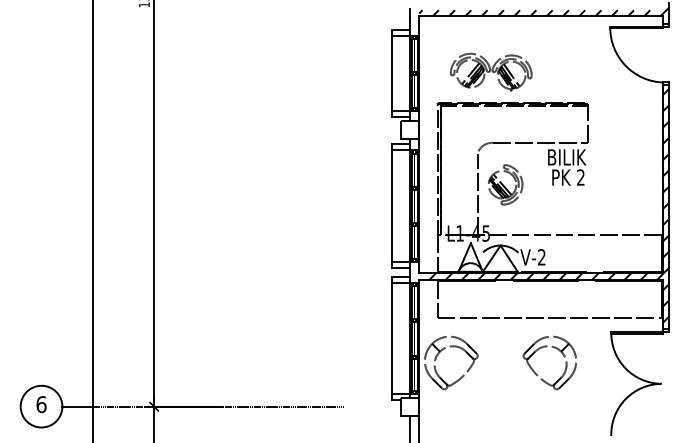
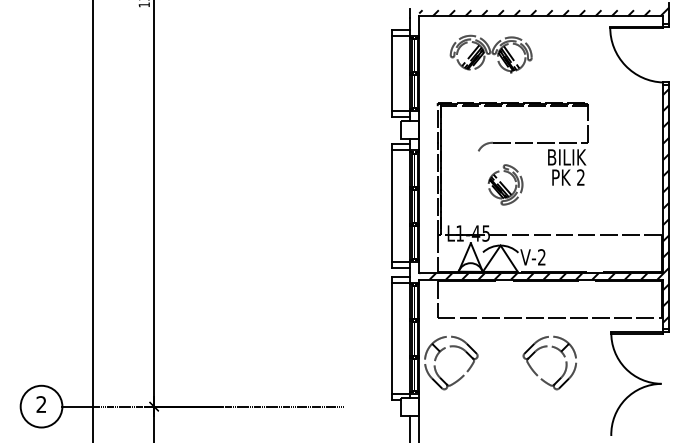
part at (490, 71) position: (490, 71) -> (490, 53)
line at (477, 193): present -> none
text at (41, 404): 6 -> 2
